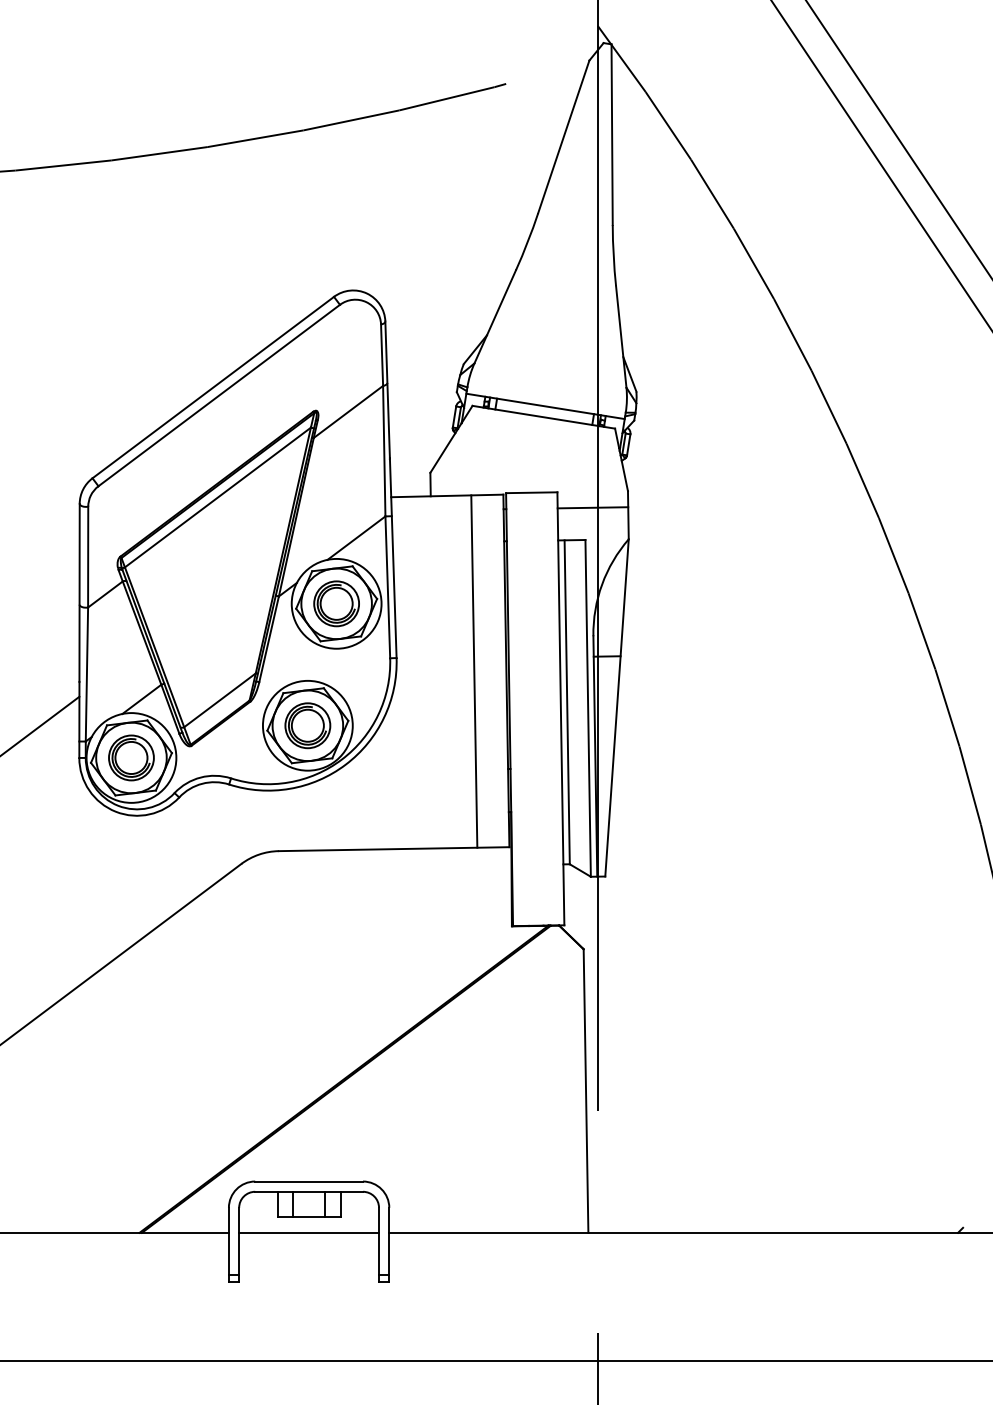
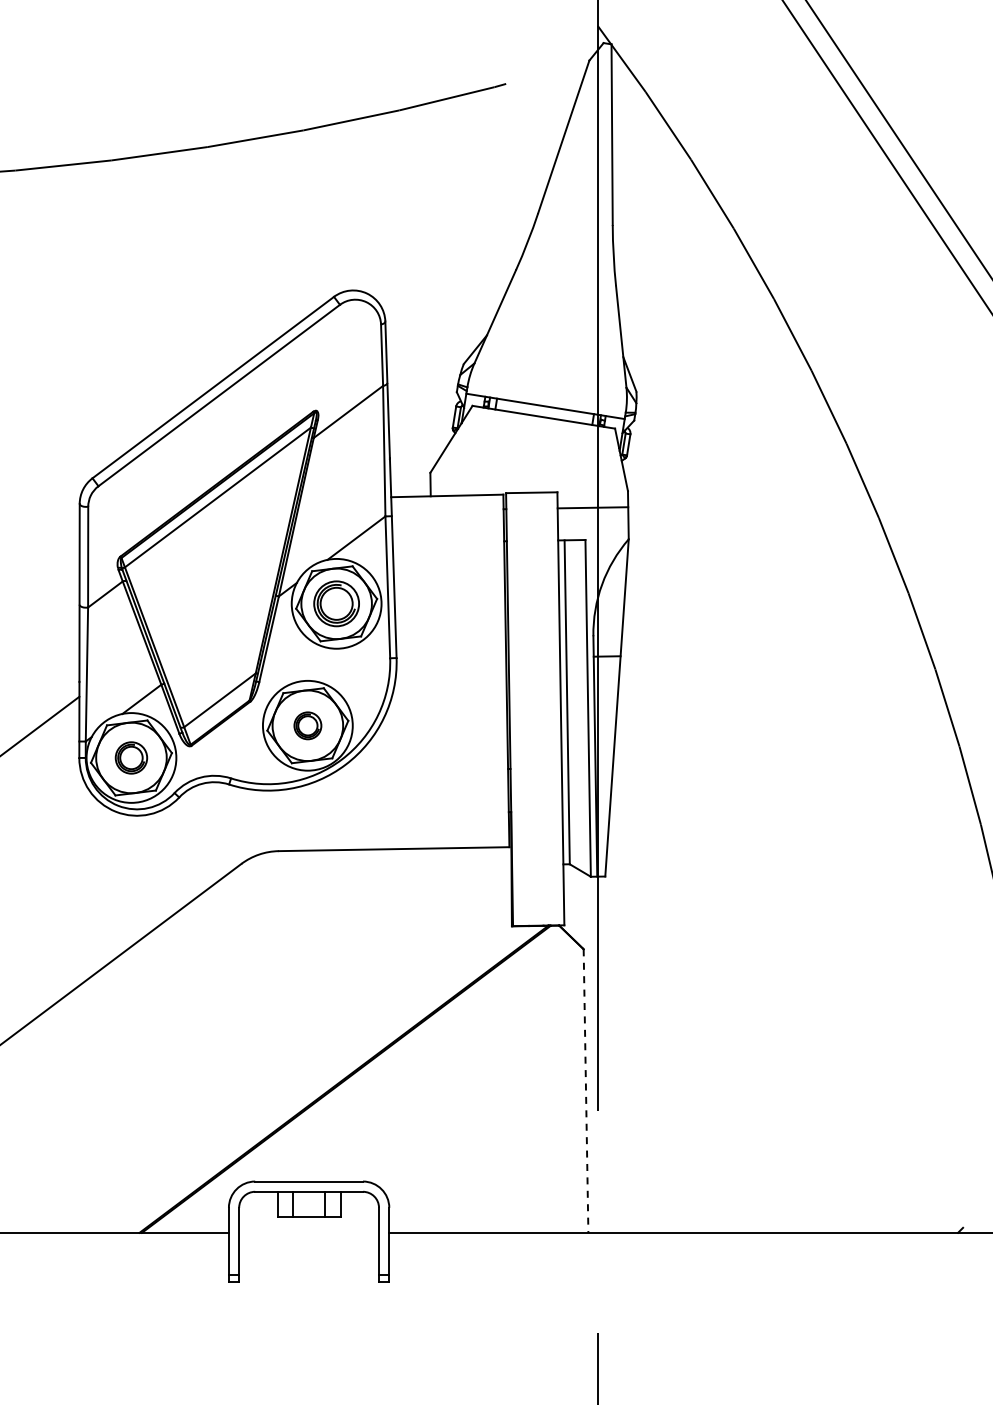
line at (880, 164) position: (880, 164) -> (886, 156)
line at (474, 671): present -> none
part at (307, 725) size: 48x48 px -> 30x30 px
part at (131, 757) size: 47x48 px -> 35x34 px
line at (586, 1091): solid -> dashed
line at (309, 1232): present -> none
line at (495, 1361): present -> none
